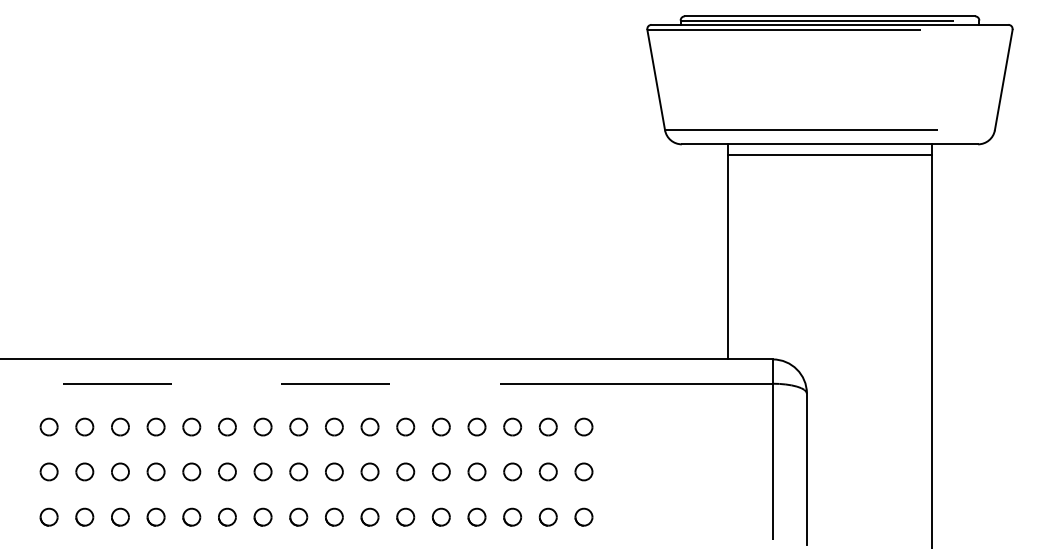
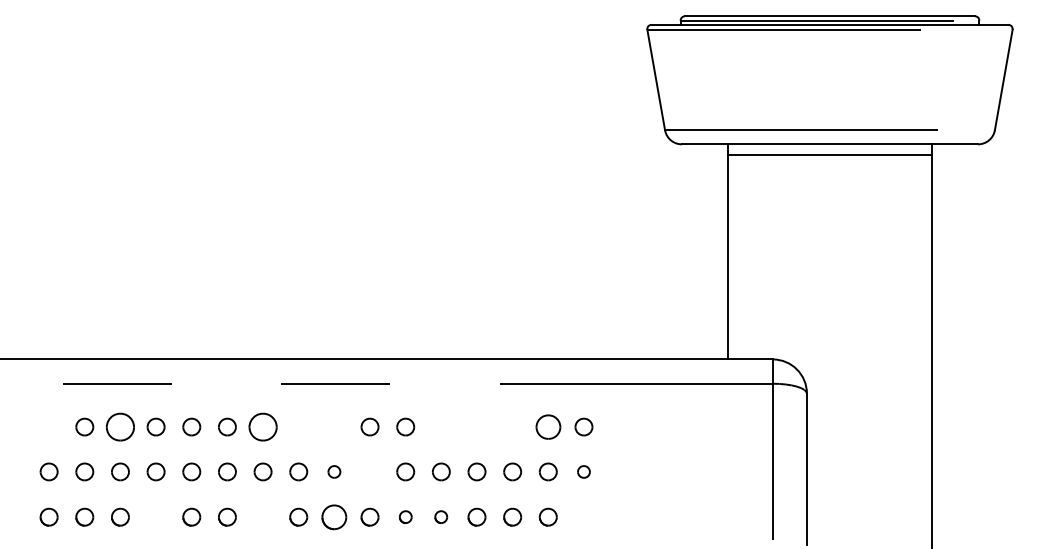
part at (48, 426): present -> none
part at (120, 426) size: 19x20 px -> 30x30 px
part at (262, 426) size: 20x20 px -> 30x30 px
part at (298, 426): present -> none
part at (334, 426): present -> none
part at (441, 426): present -> none
part at (476, 426): present -> none
part at (512, 426): present -> none
part at (547, 426) size: 20x20 px -> 27x26 px
part at (334, 471) size: 19x20 px -> 15x14 px
part at (369, 471): present -> none
part at (583, 471) size: 20x20 px -> 14x14 px
part at (155, 516): present -> none
part at (262, 516): present -> none
part at (334, 516) size: 19x20 px -> 27x27 px
part at (405, 516) size: 20x20 px -> 15x14 px
part at (440, 516) size: 20x20 px -> 15x14 px
part at (583, 516): present -> none
